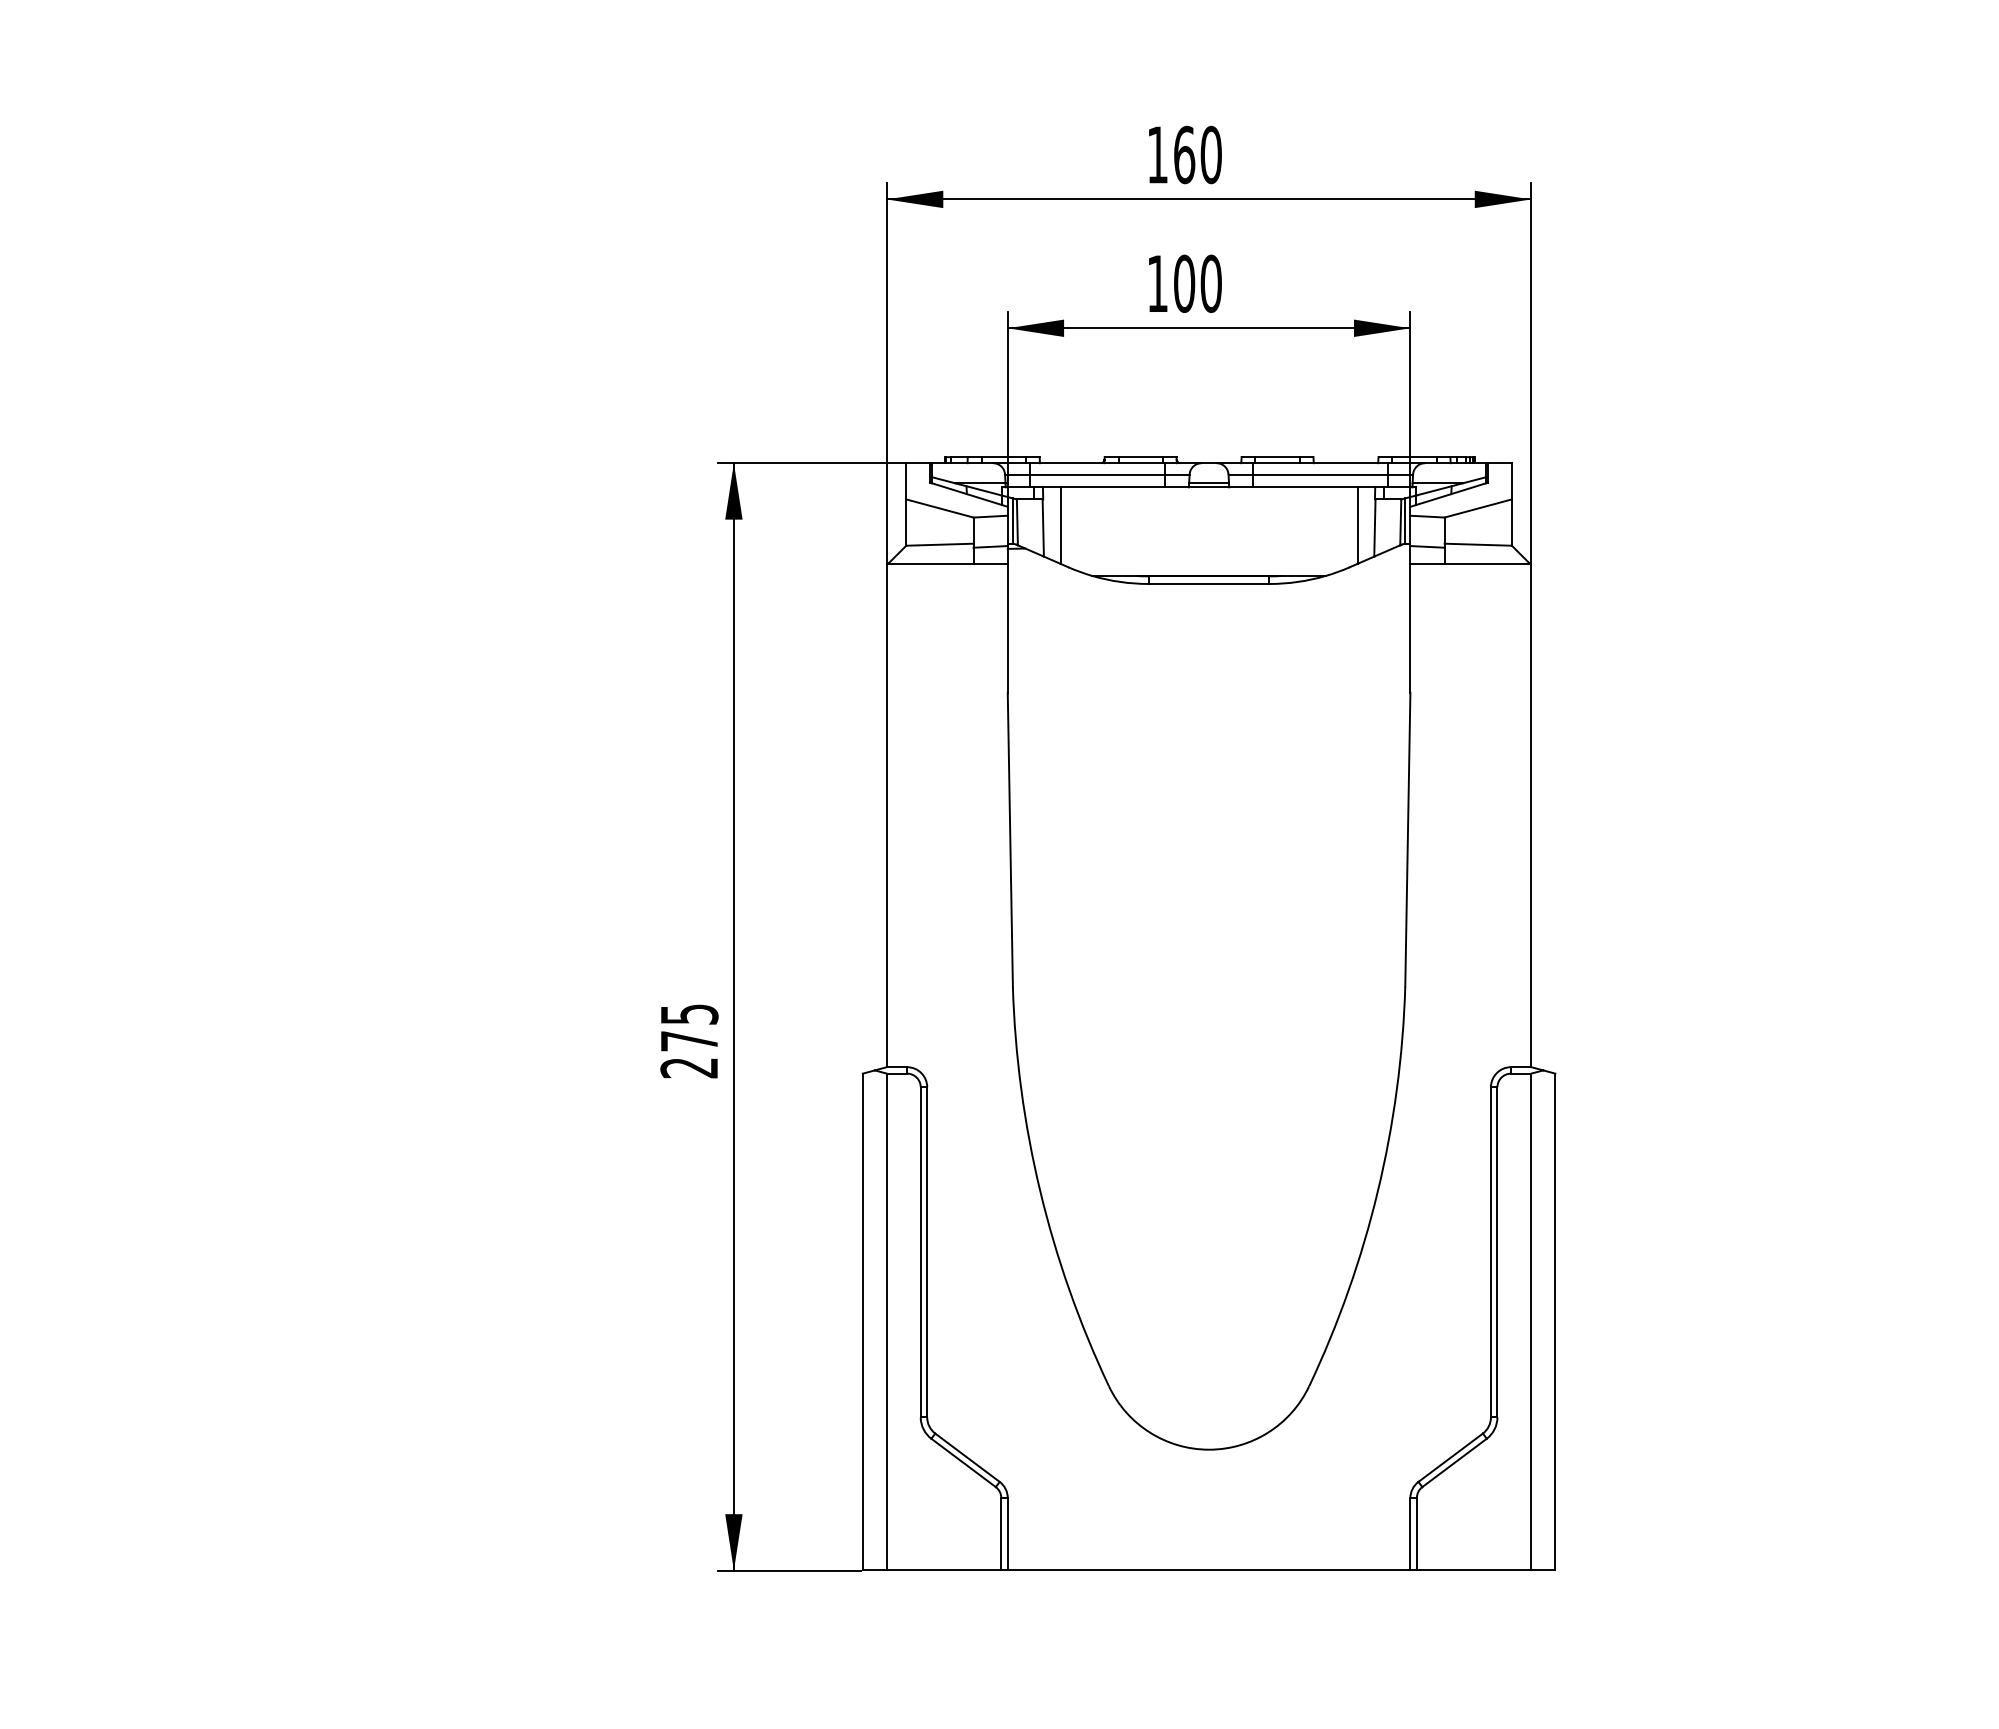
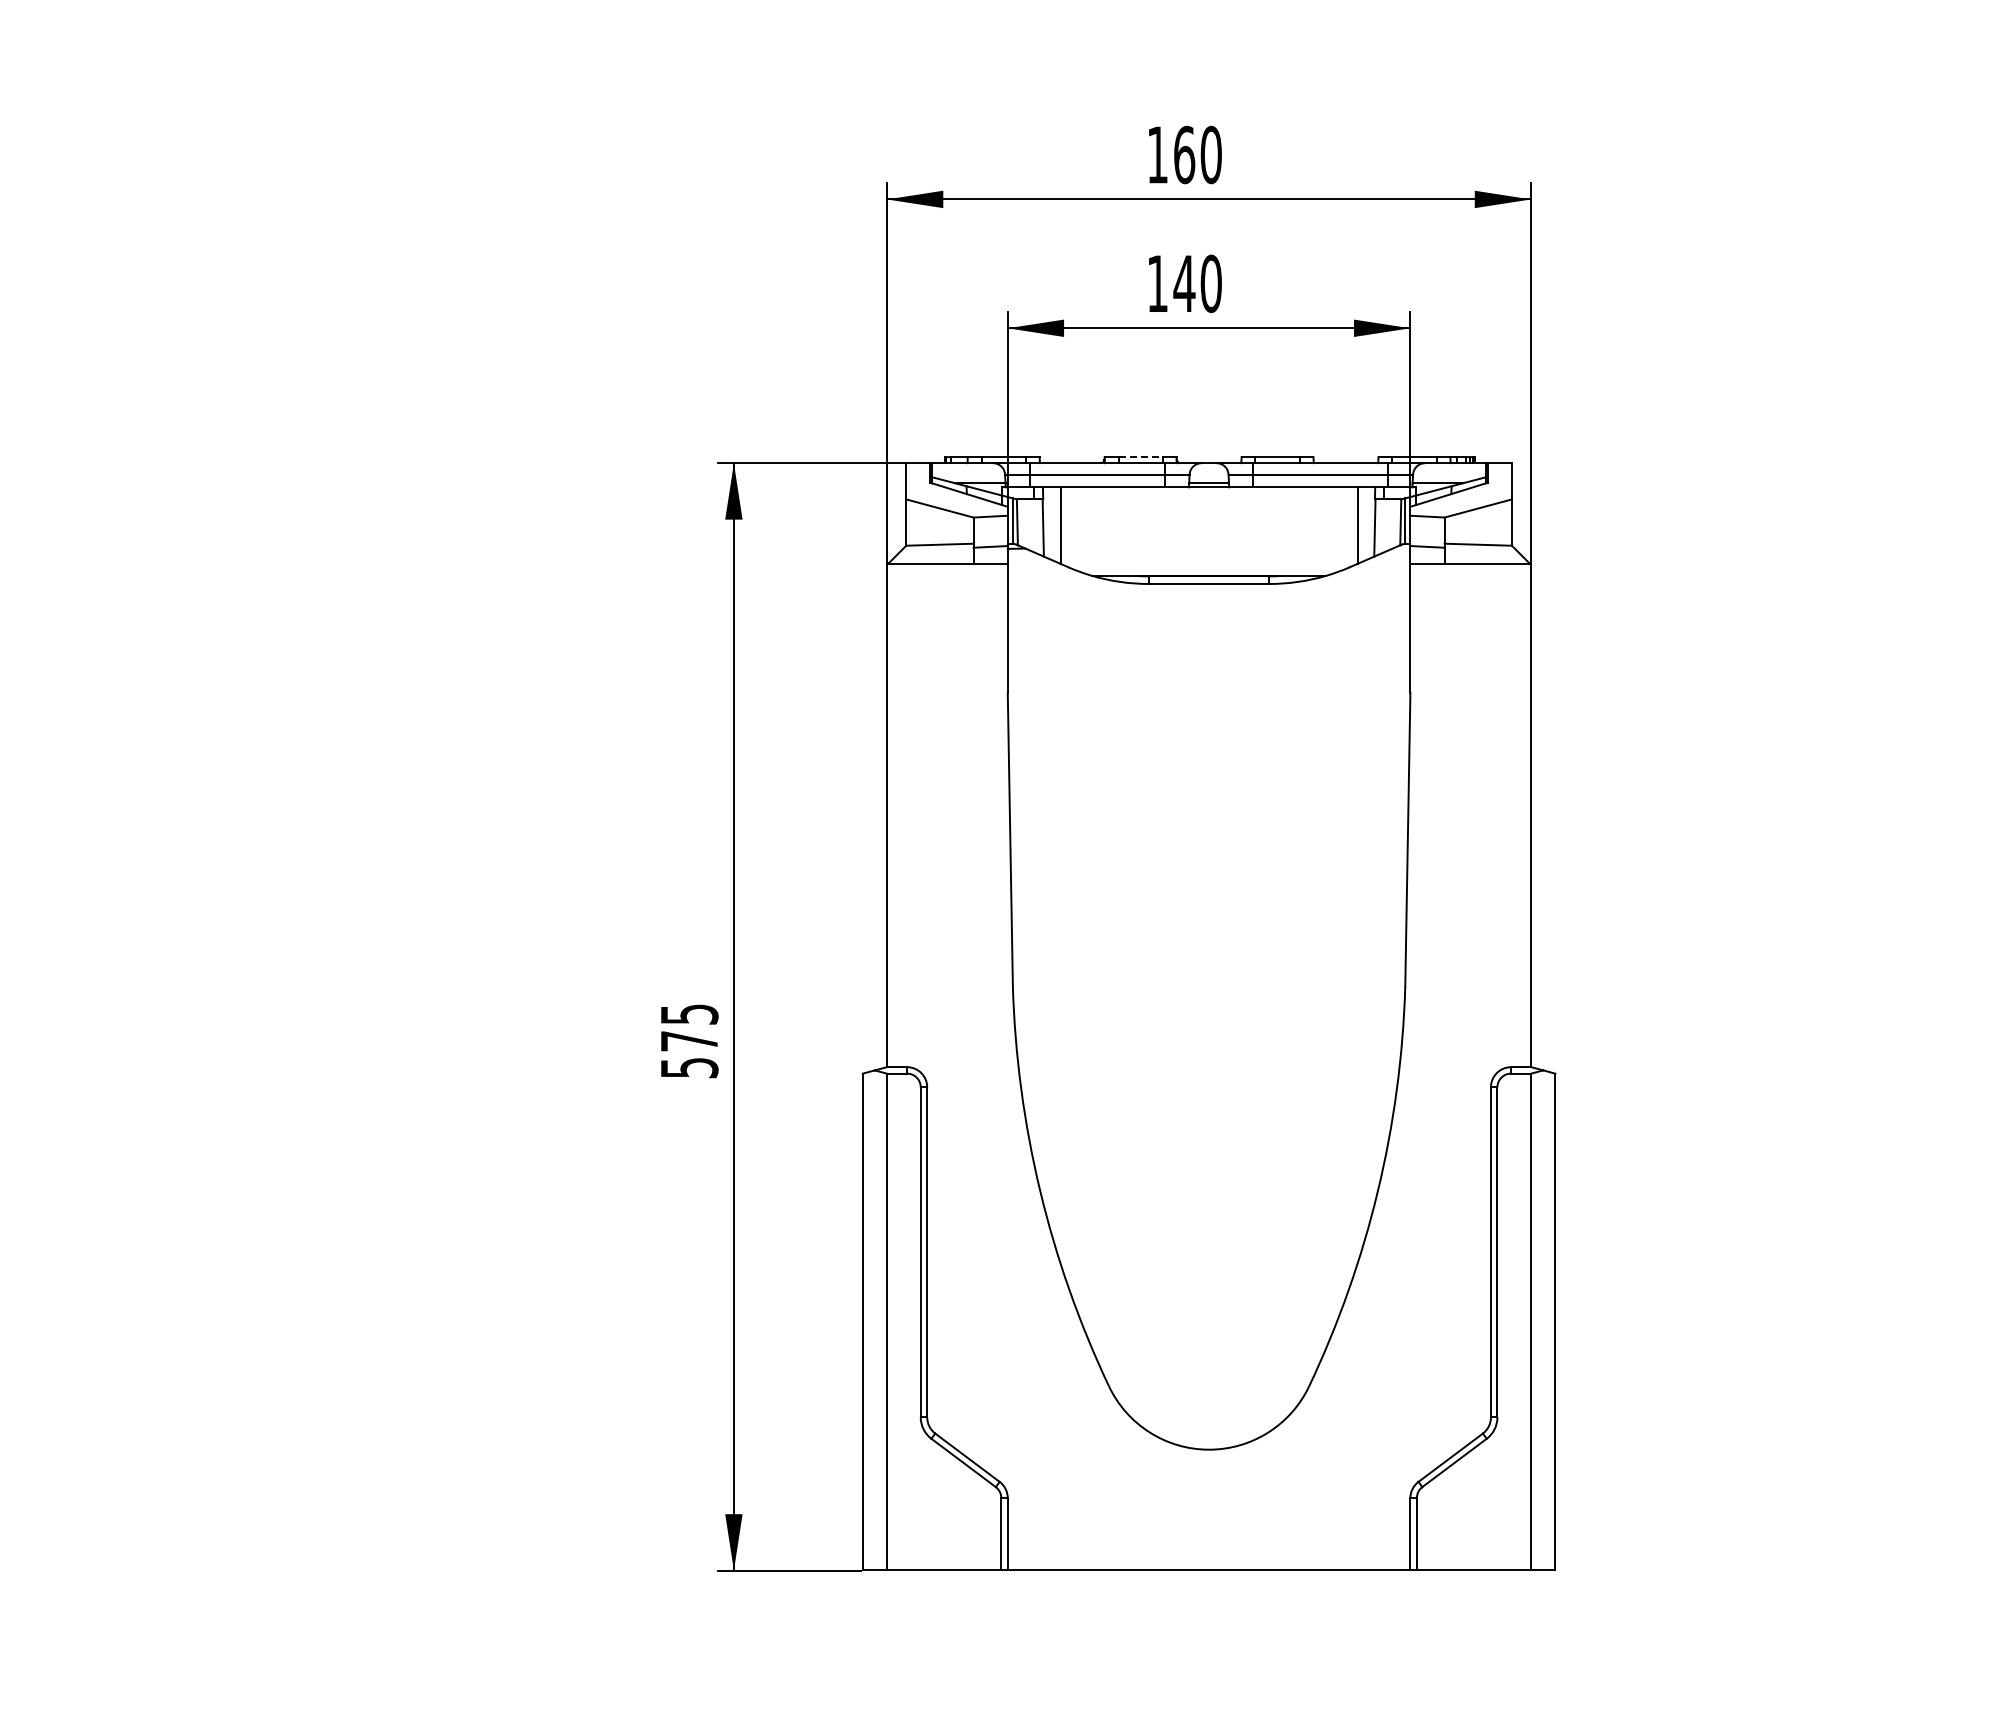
text at (1184, 283): 100 -> 140
line at (1141, 457): solid -> dashed
text at (689, 1068): 275 -> 575
